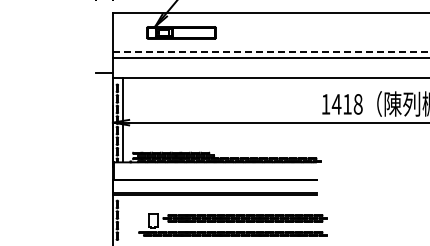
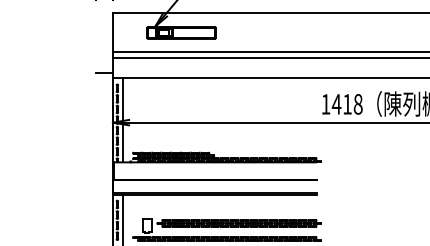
line at (271, 51): dashed -> solid
line at (122, 218): none -> present
part at (232, 224) position: (232, 224) -> (226, 229)
